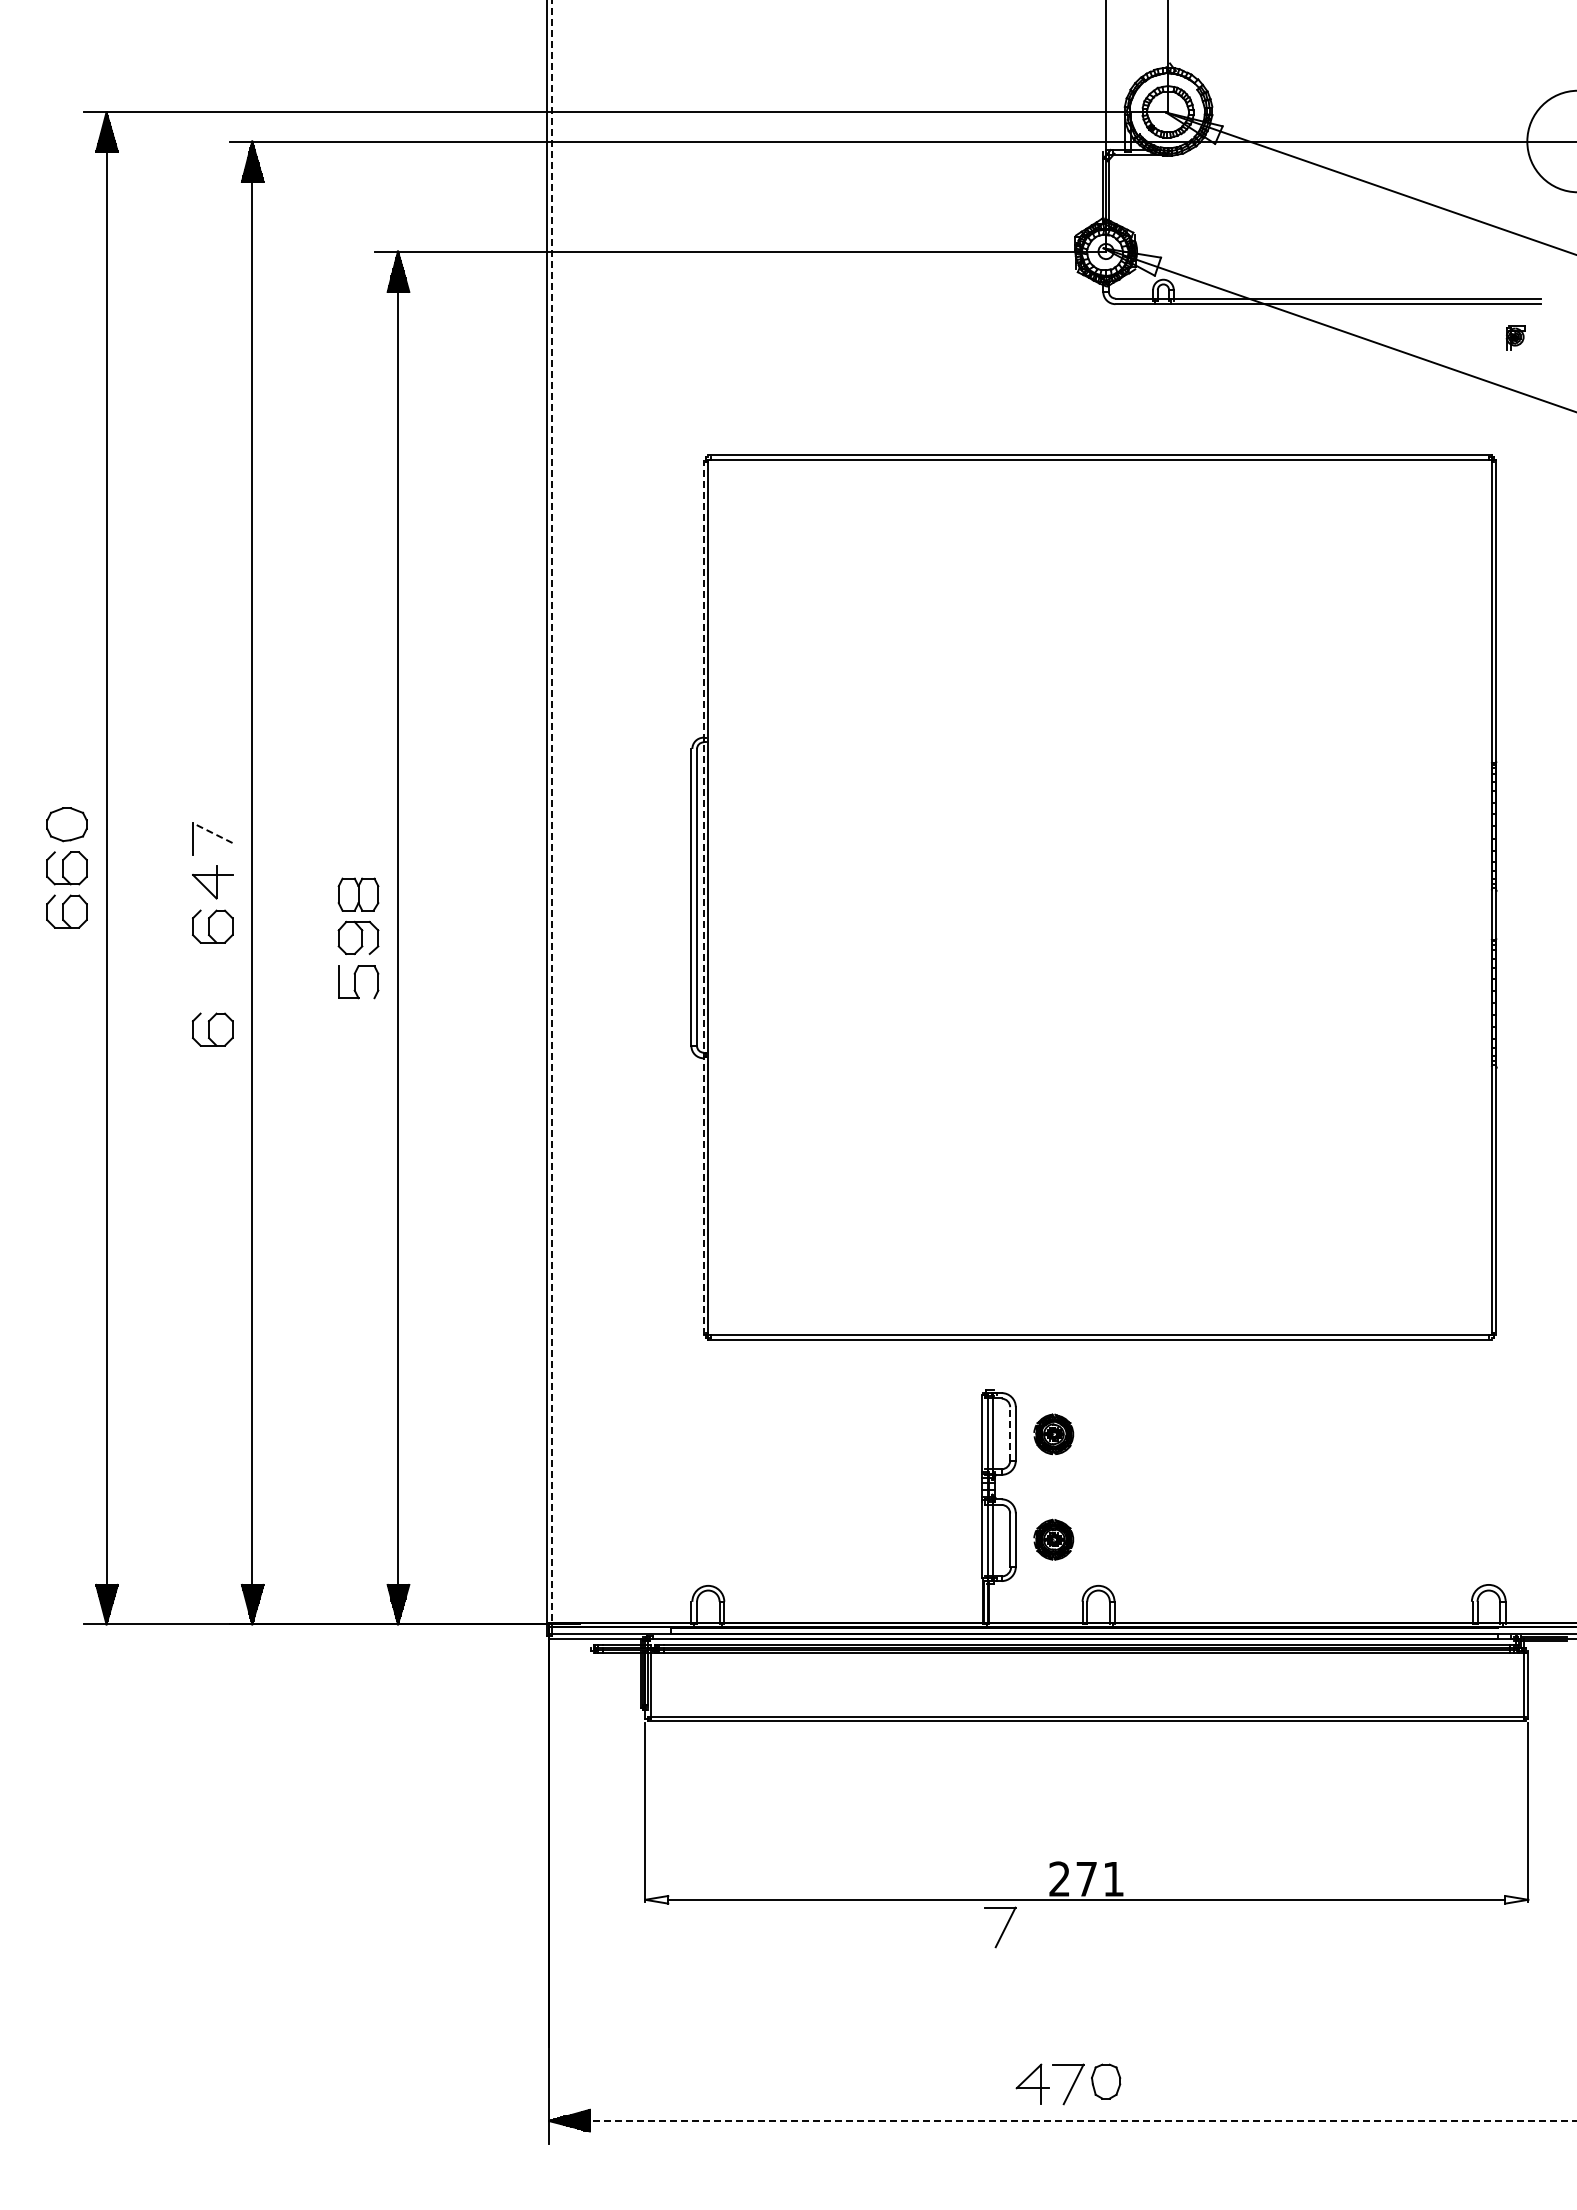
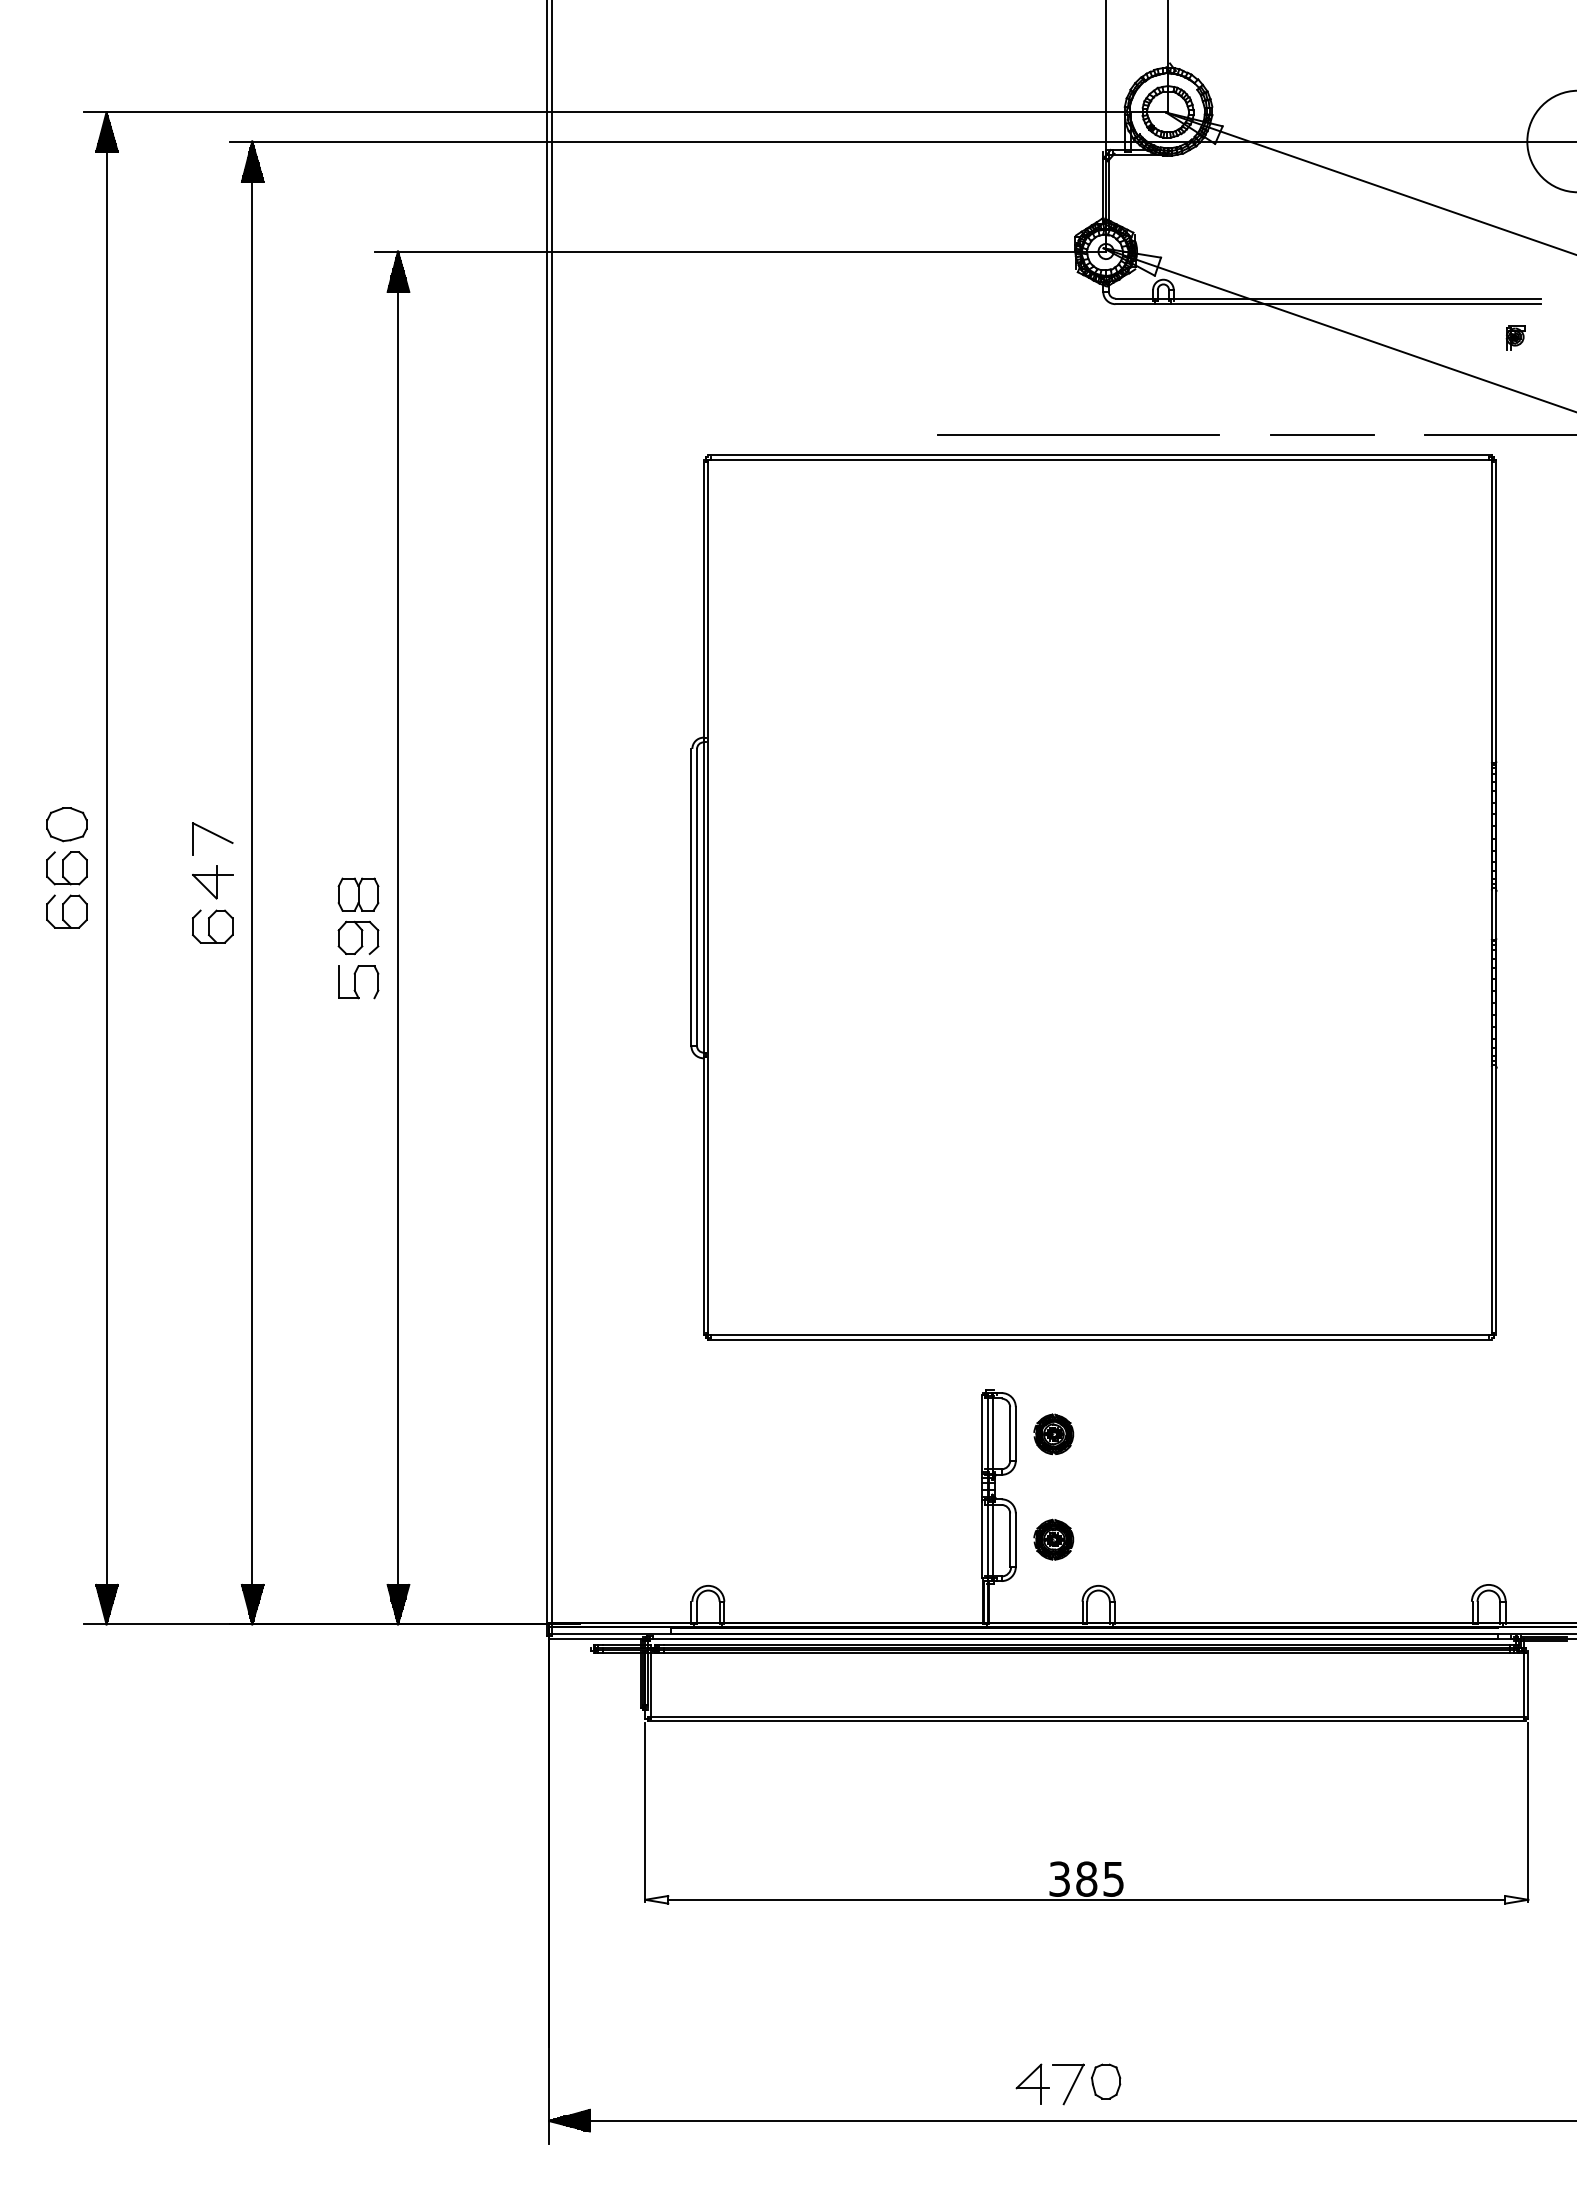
line at (1077, 434): none -> present
line at (1322, 434): none -> present
line at (1498, 434): none -> present
line at (552, 812): dashed -> solid
line at (212, 832): dashed -> solid
line at (703, 897): dashed -> solid
part at (212, 1029): present -> none
line at (1010, 1433): dashed -> solid
text at (1086, 1878): 271 -> 385
part at (1000, 1927): present -> none
line at (1063, 2121): dashed -> solid
